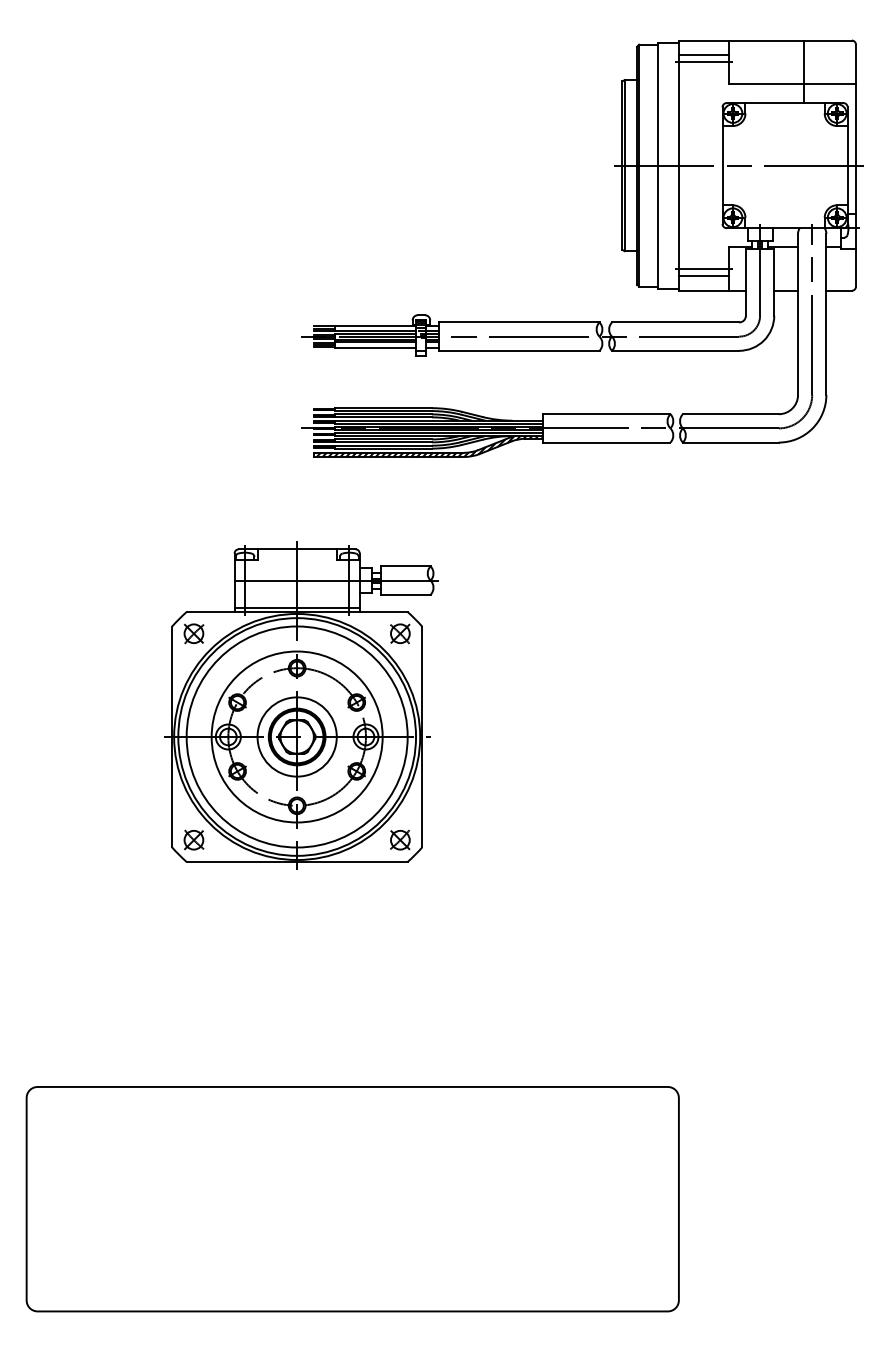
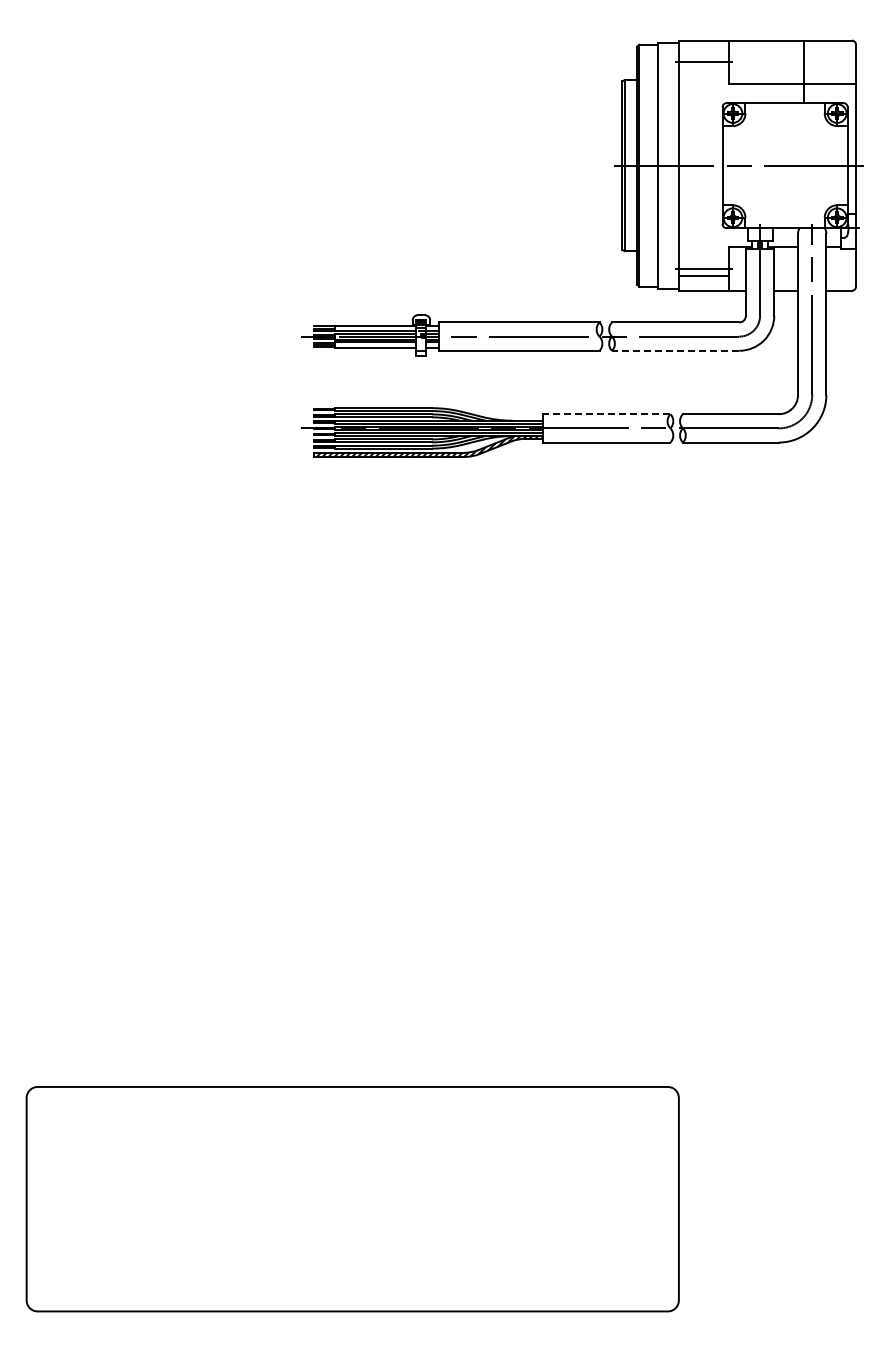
line at (703, 55): present -> none
line at (675, 350): solid -> dashed
line at (606, 414): solid -> dashed
part at (301, 705): present -> none
